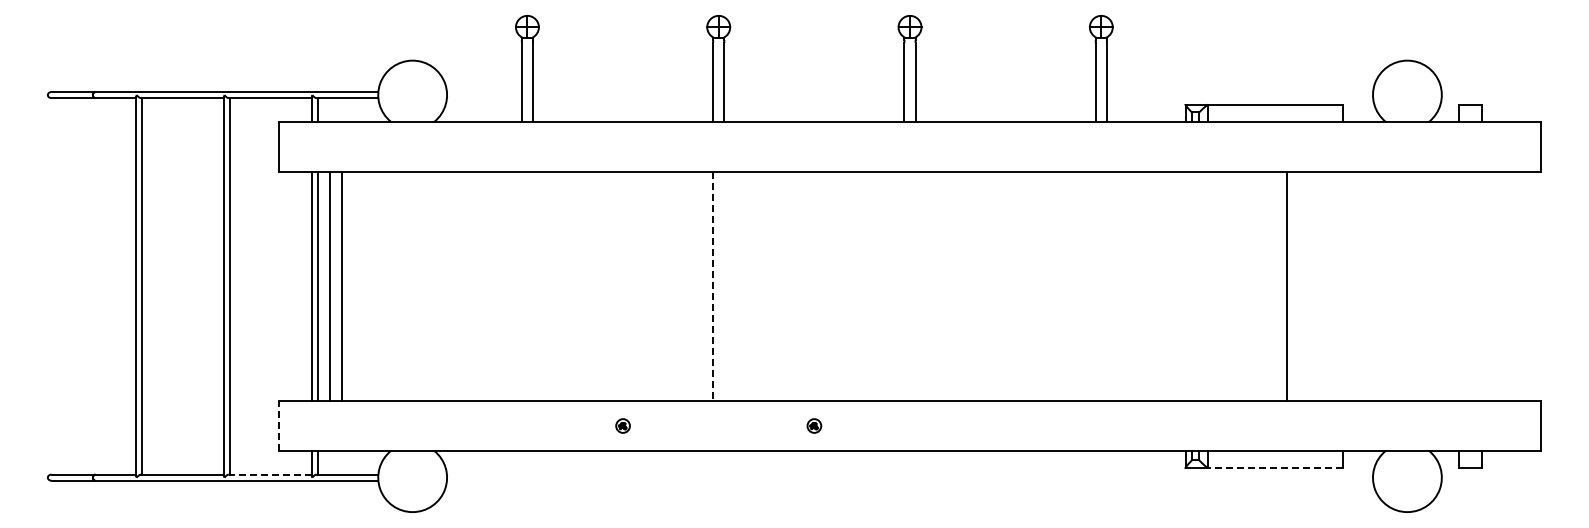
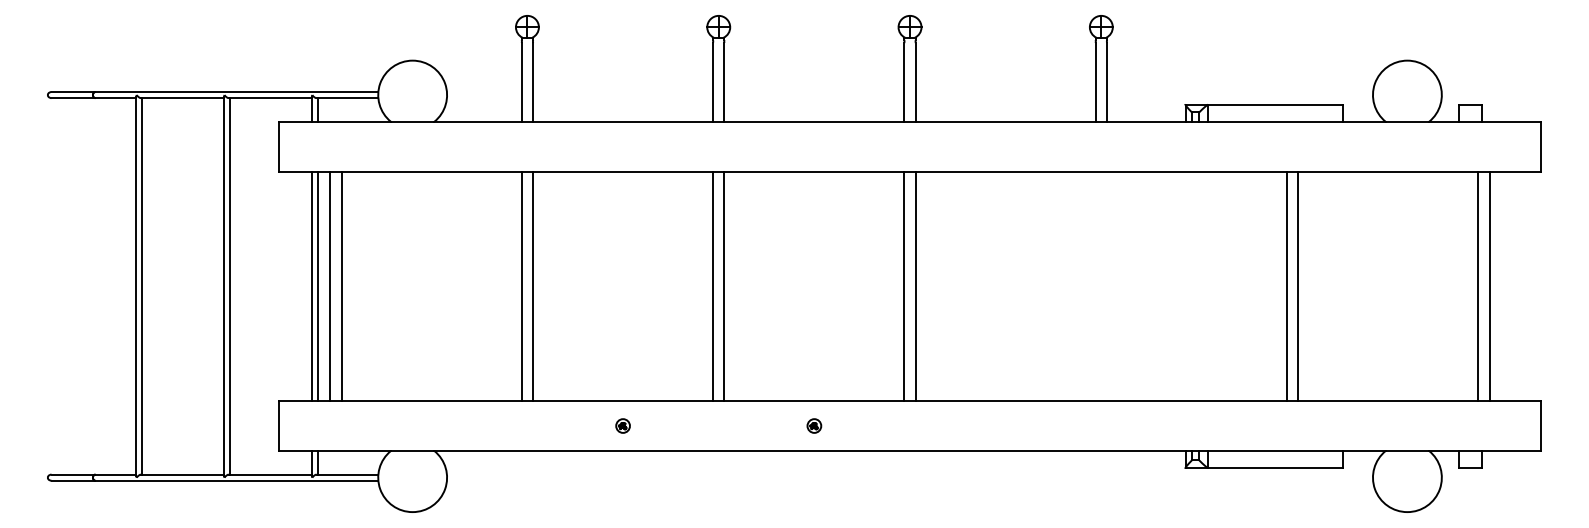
line at (521, 286): none -> present
line at (533, 286): none -> present
line at (713, 286): dashed -> solid
line at (724, 286): none -> present
line at (904, 286): none -> present
line at (915, 286): none -> present
line at (1298, 286): none -> present
line at (1478, 286): none -> present
line at (1489, 286): none -> present
line at (278, 426): dashed -> solid
line at (1275, 468): dashed -> solid
line at (269, 474): dashed -> solid
